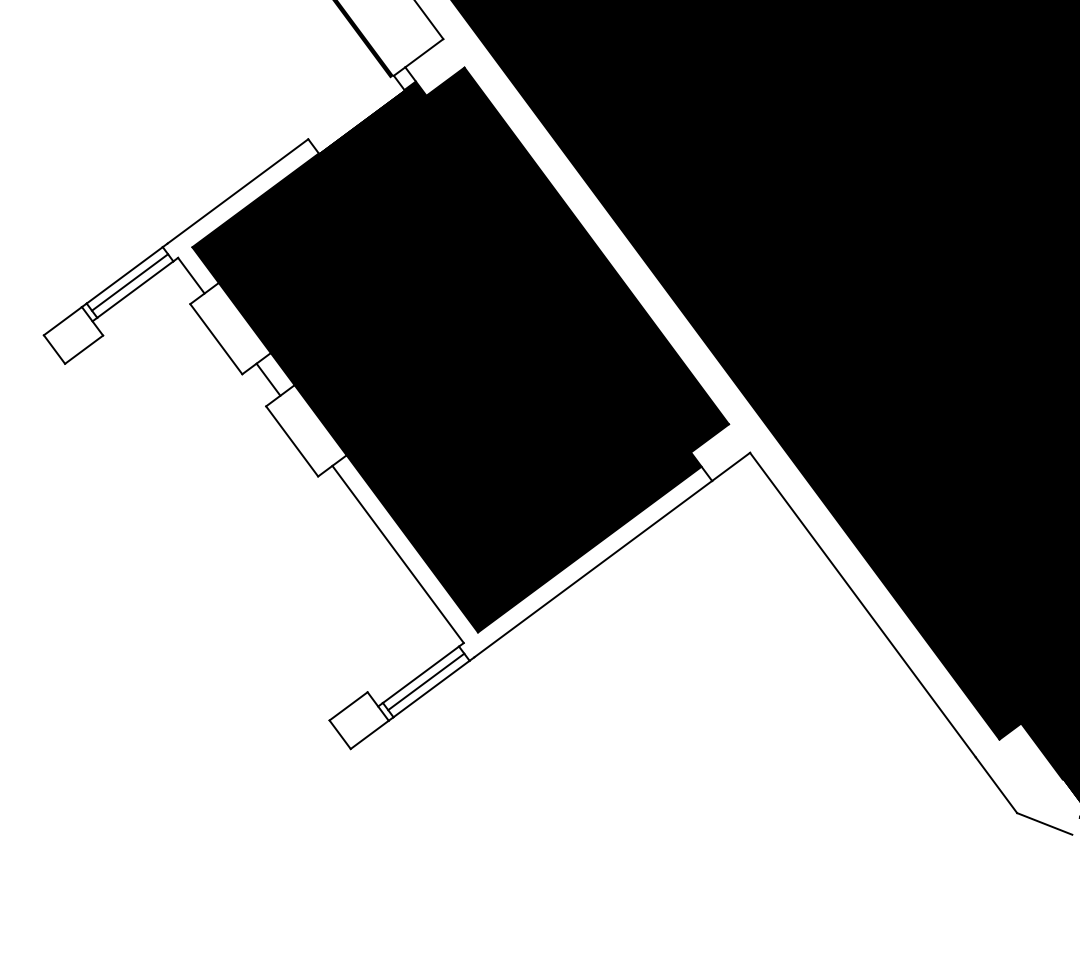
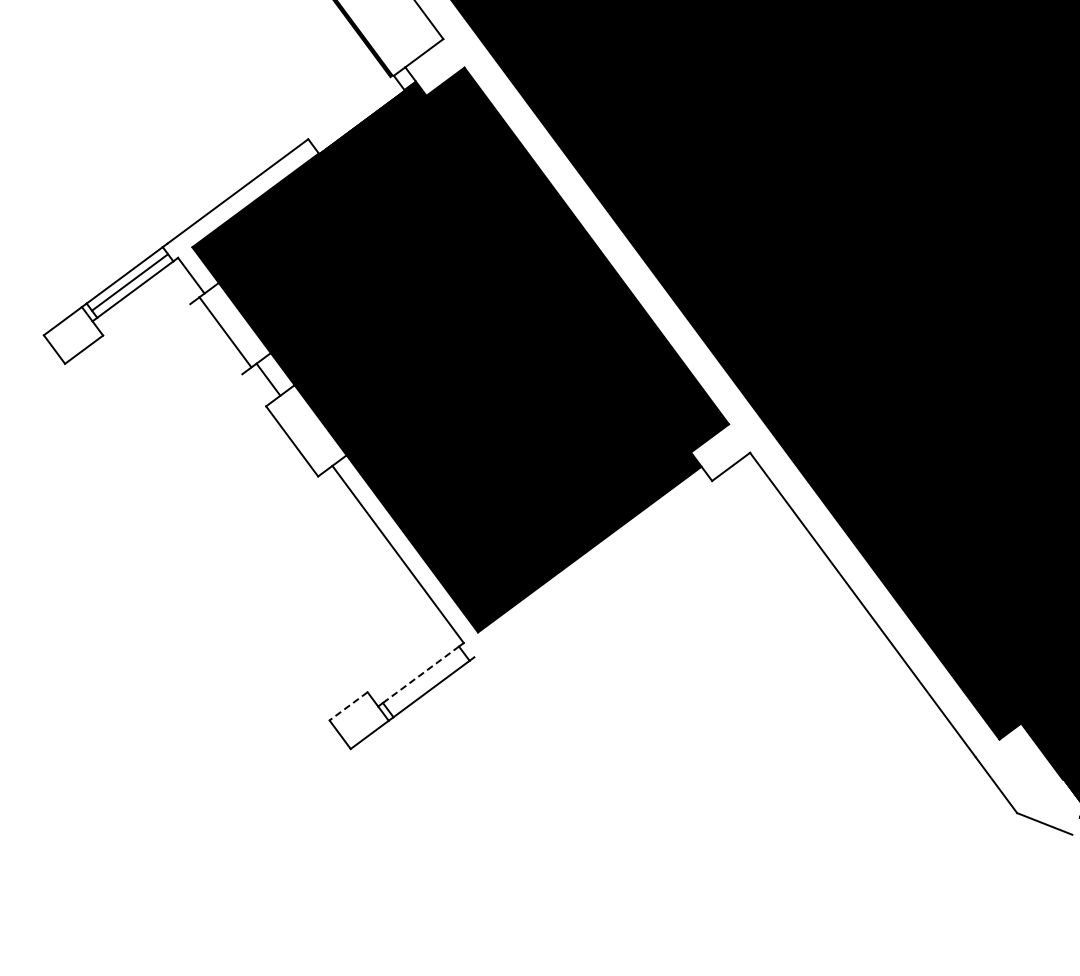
line at (216, 339) position: (216, 339) -> (225, 332)
line at (593, 568): present -> none
line at (421, 674): solid -> dashed
line at (426, 681): present -> none
line at (348, 706): solid -> dashed
